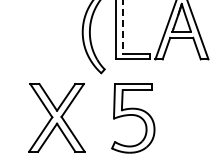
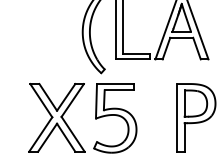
line at (123, 27): dashed -> solid
part at (196, 117): none -> present
part at (133, 118) position: (133, 118) -> (115, 118)
